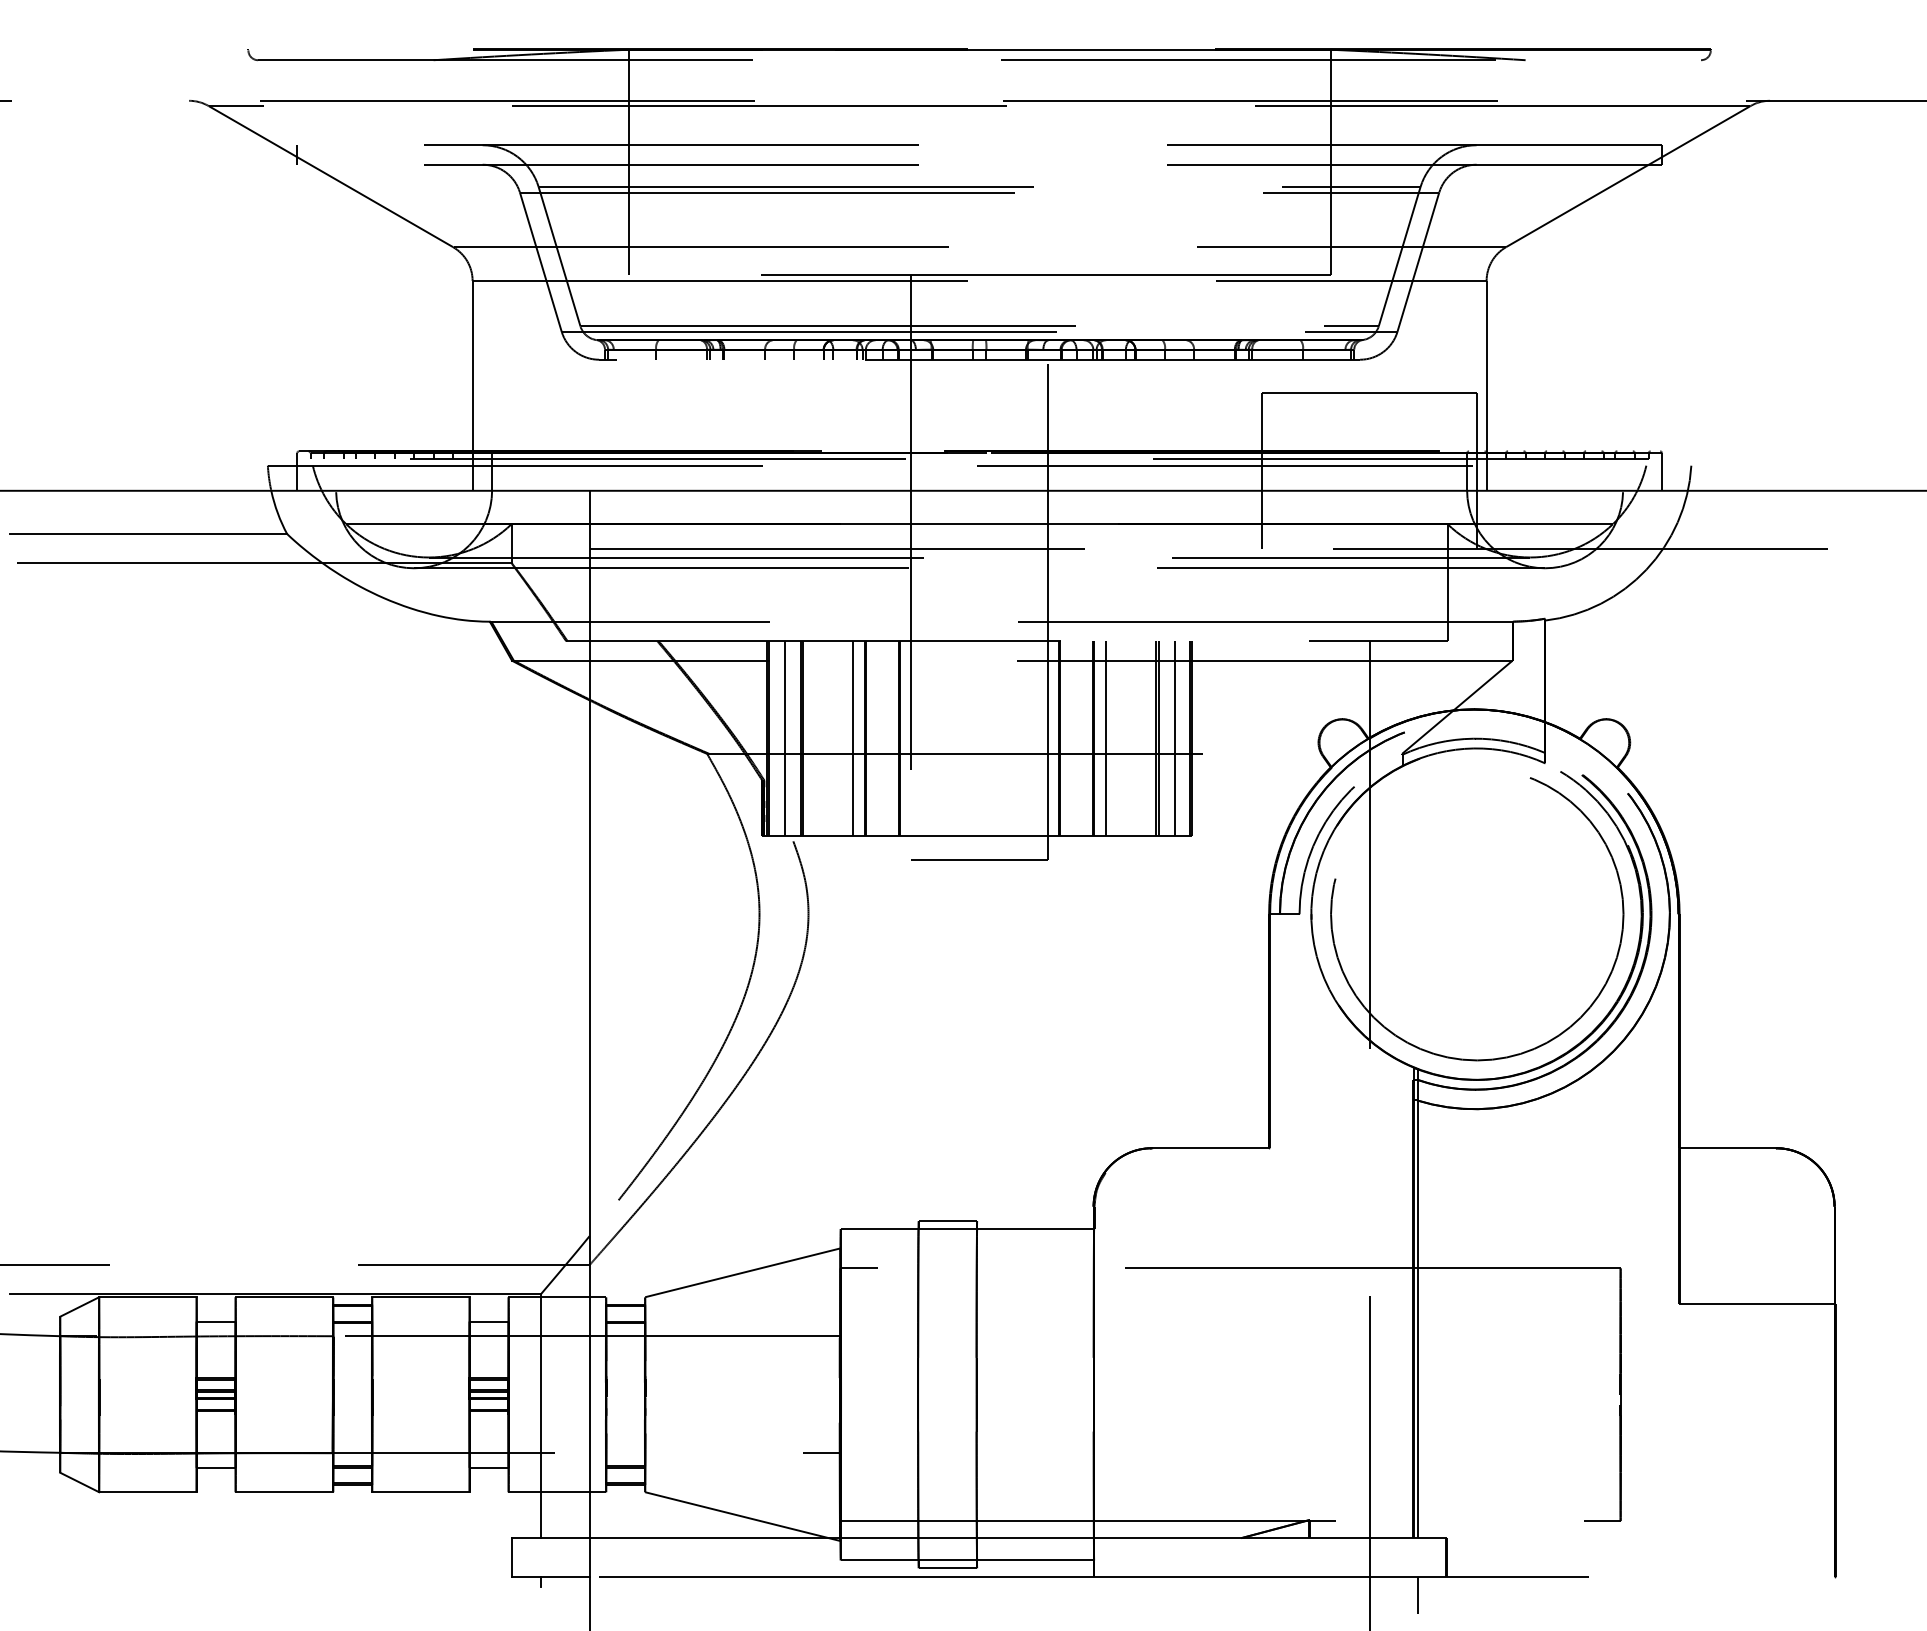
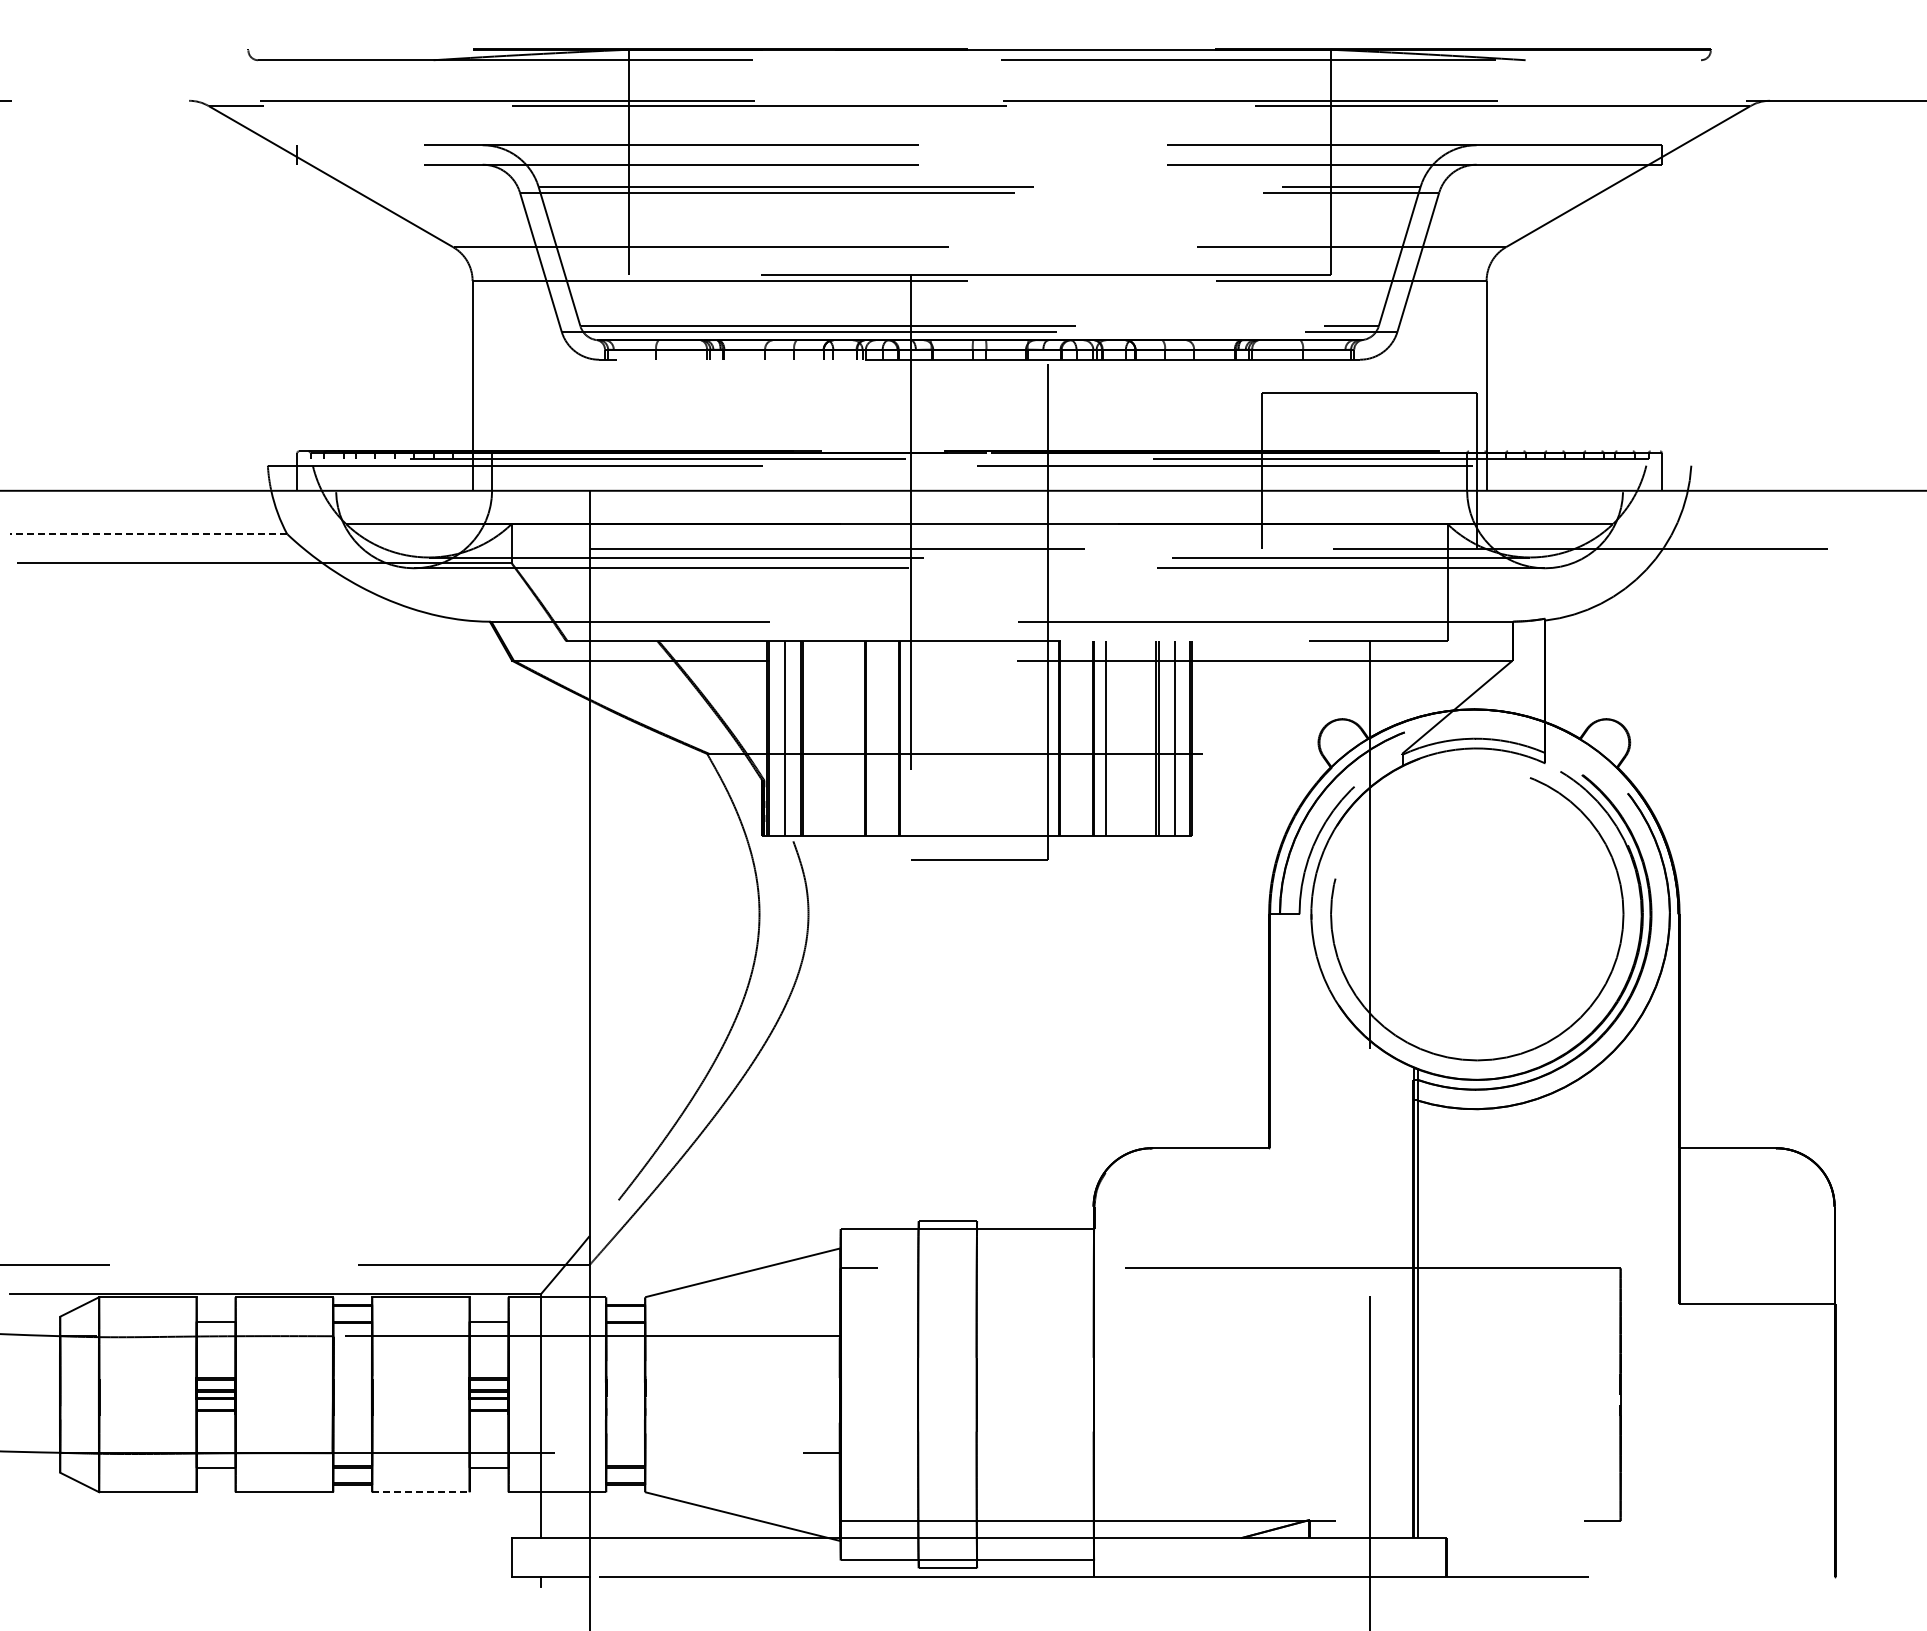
line at (148, 533): solid -> dashed
line at (852, 738): present -> none
line at (420, 1492): solid -> dashed
line at (1418, 1595): present -> none
